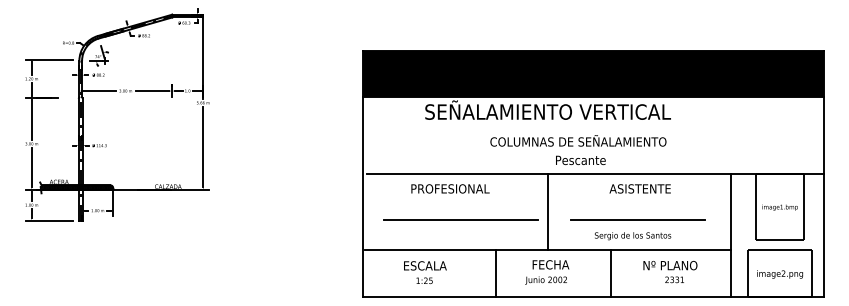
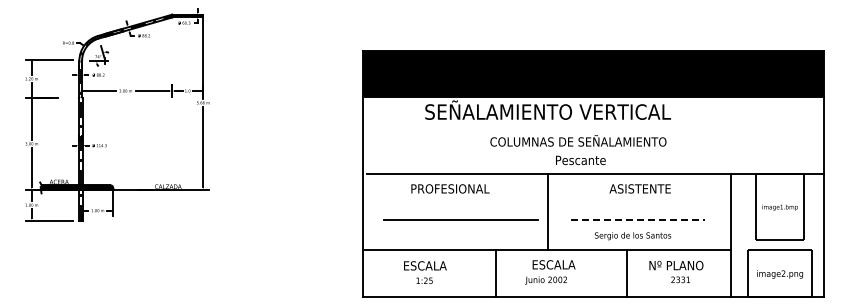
line at (638, 220): solid -> dashed
text at (554, 264): FECHA -> ESCALA
text at (670, 271) position: (670, 271) -> (676, 271)
line at (611, 273) position: (611, 273) -> (627, 273)
